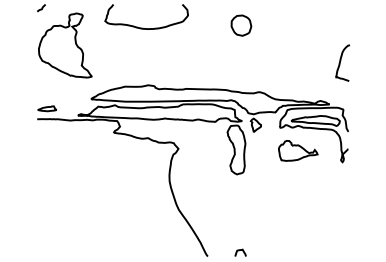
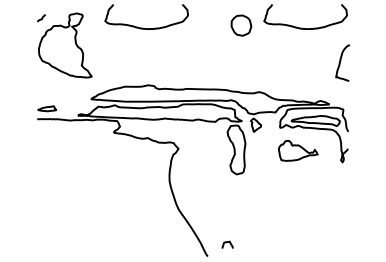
curve at (41, 8) position: (41, 8) -> (41, 18)
curve at (301, 27): none -> present
curve at (239, 251) position: (239, 251) -> (226, 243)
